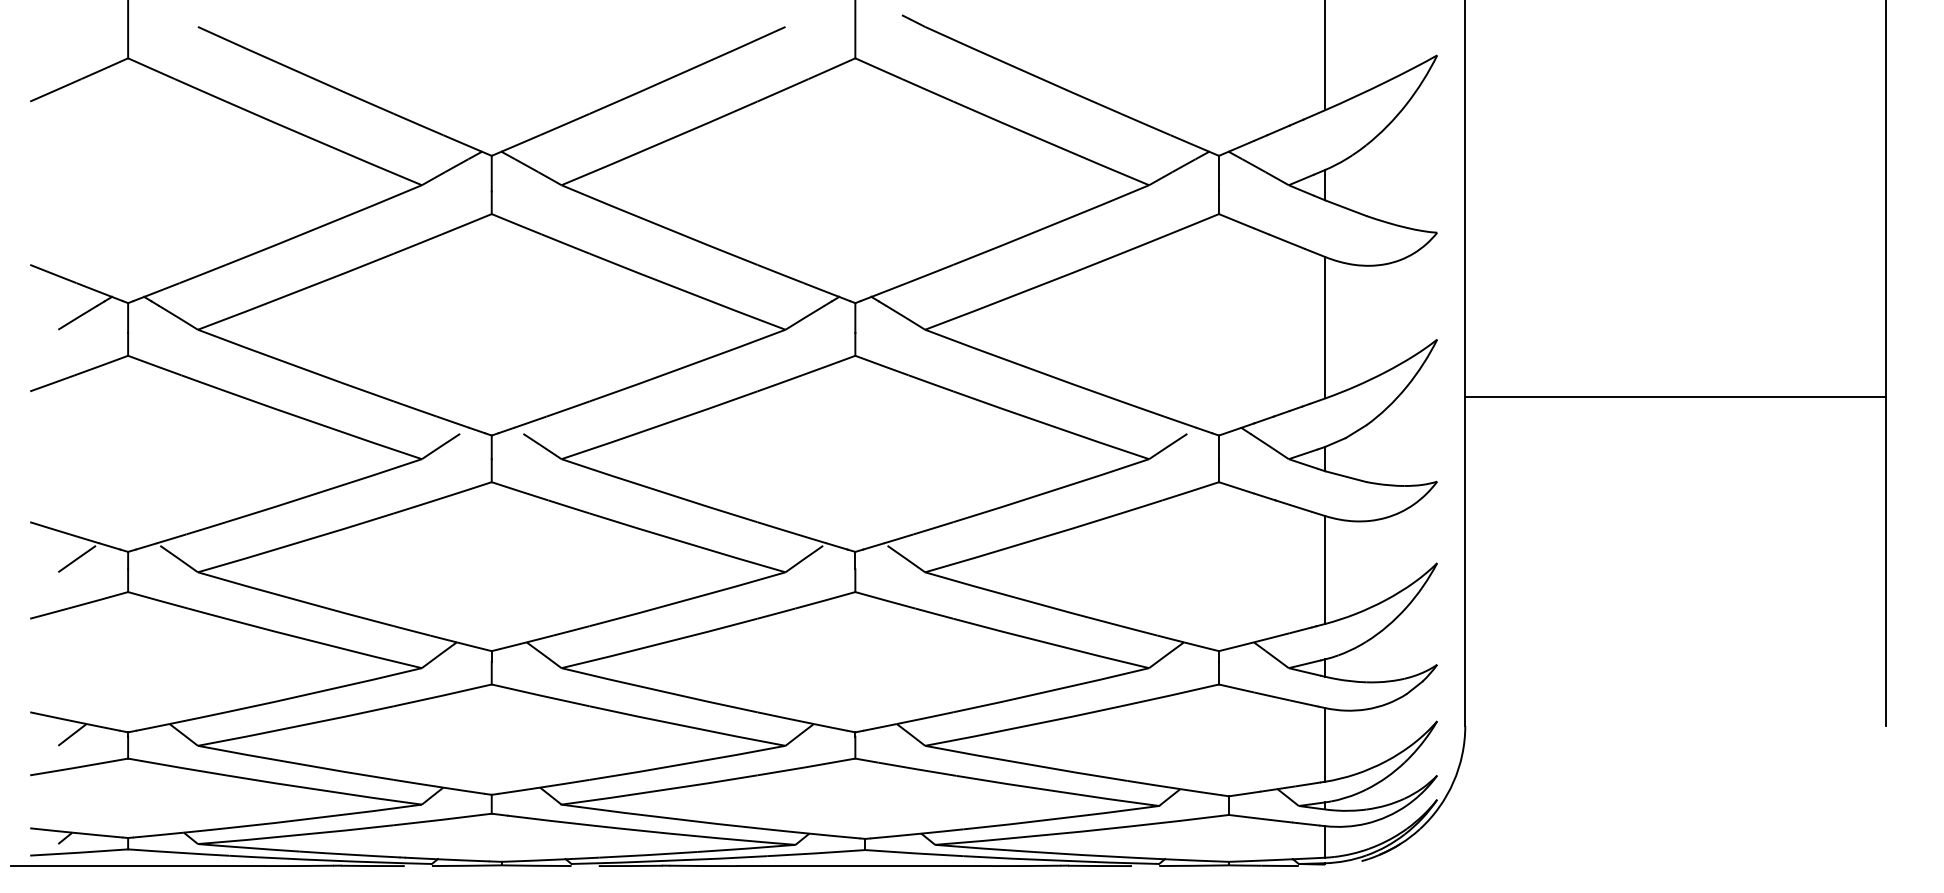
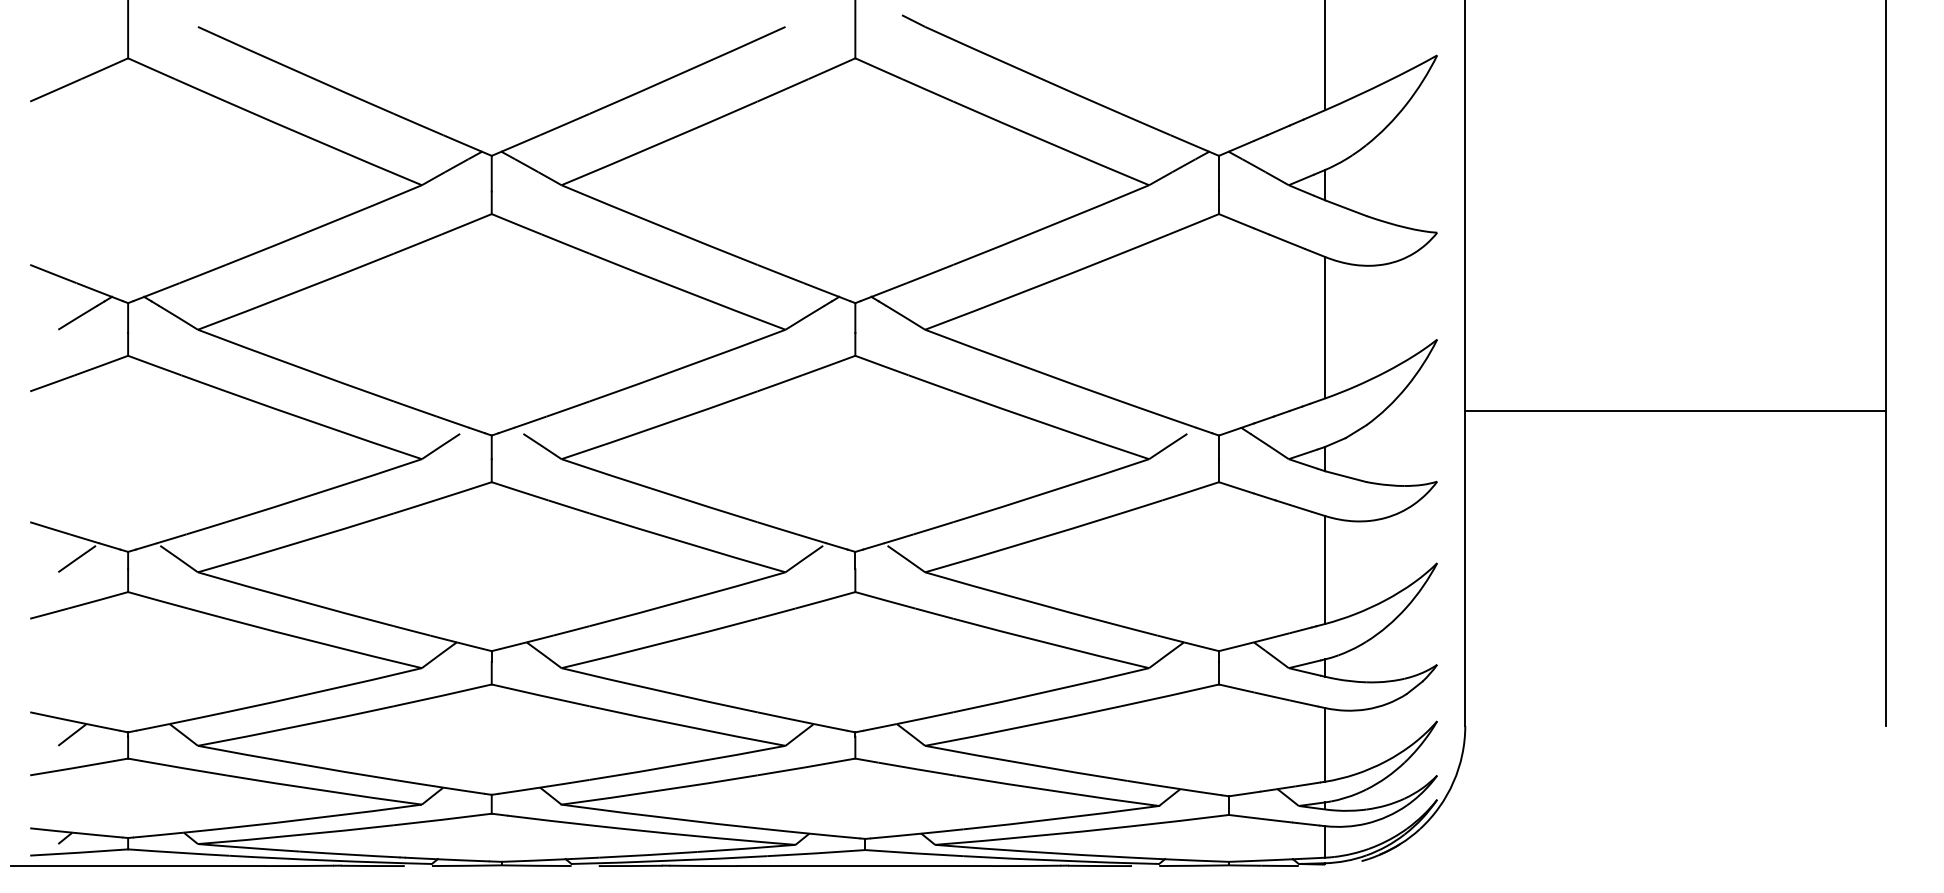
line at (1675, 396) position: (1675, 396) -> (1675, 410)
